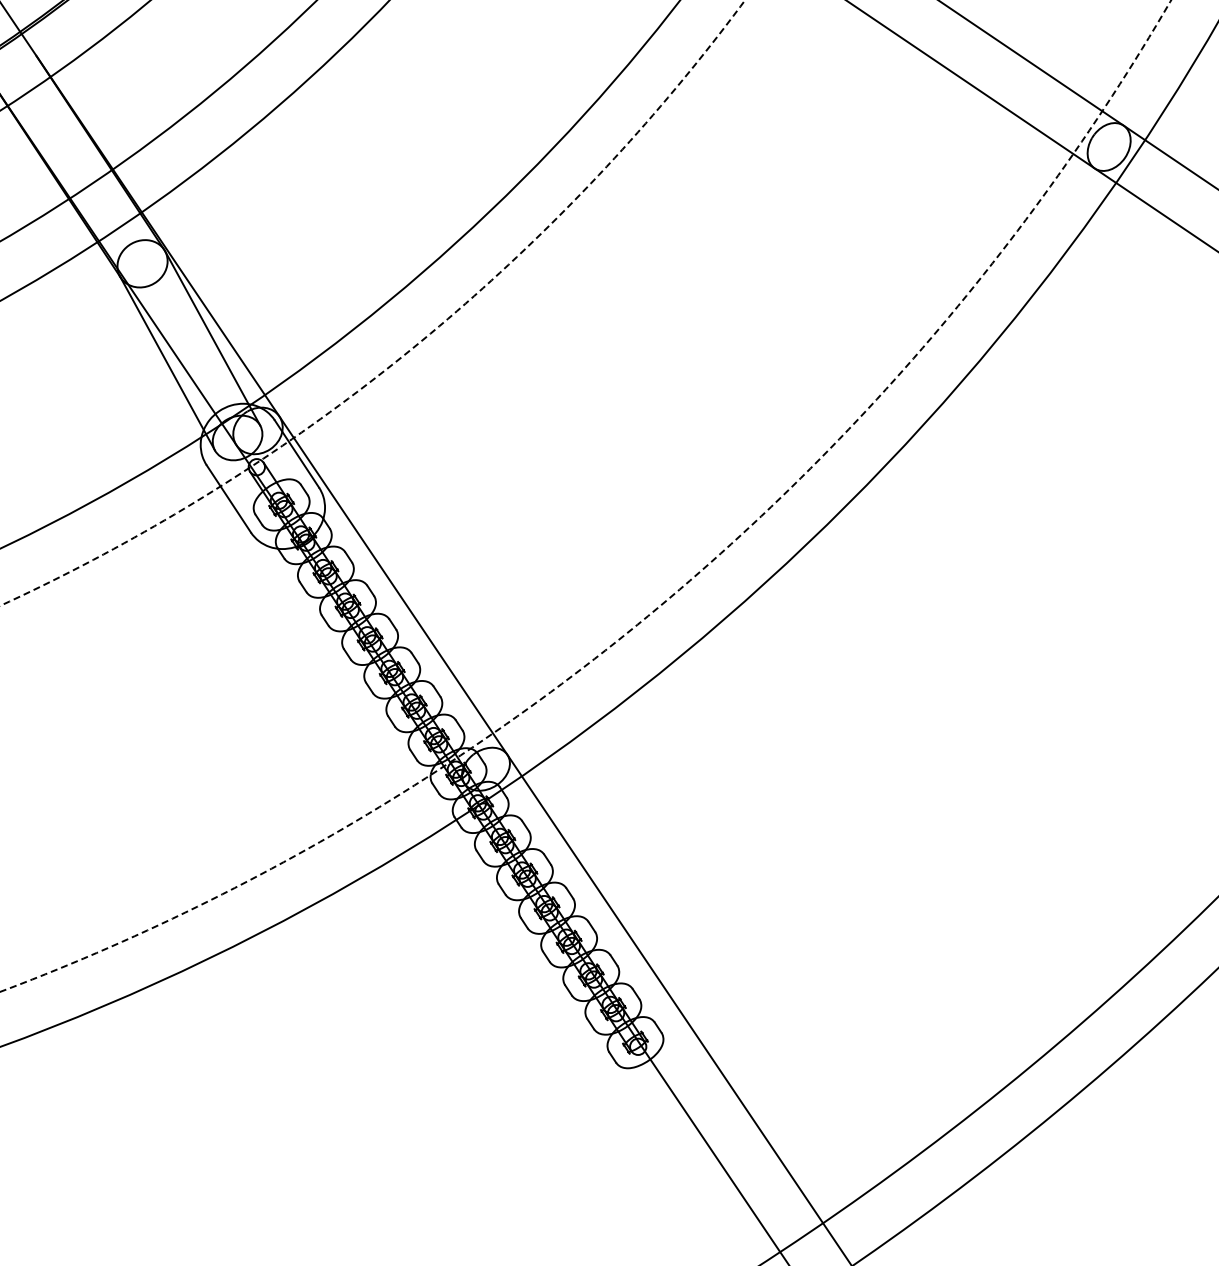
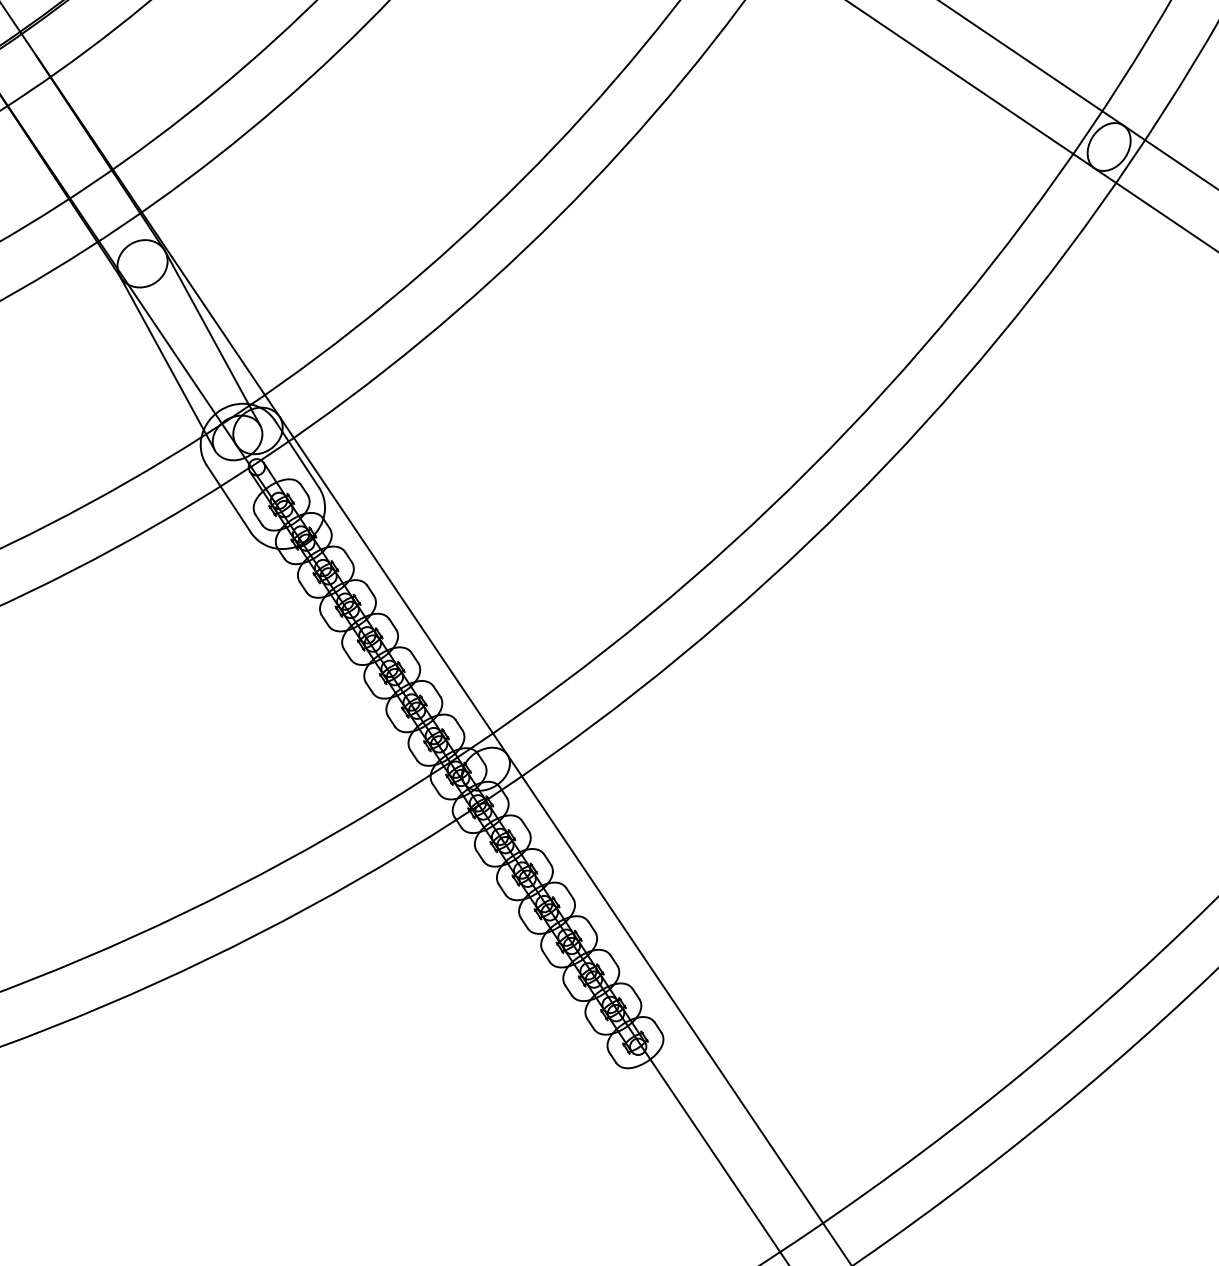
circle at (372, 302): dashed -> solid
circle at (585, 495): dashed -> solid
